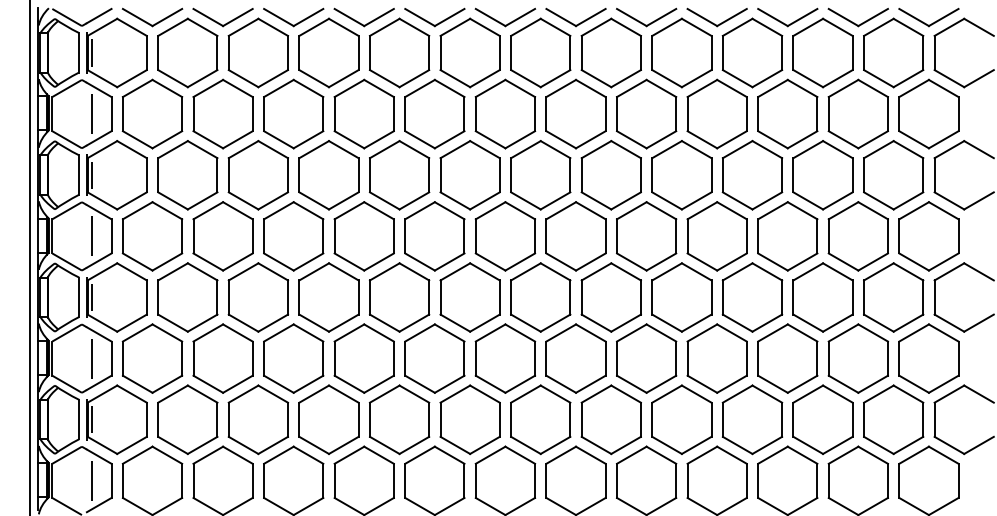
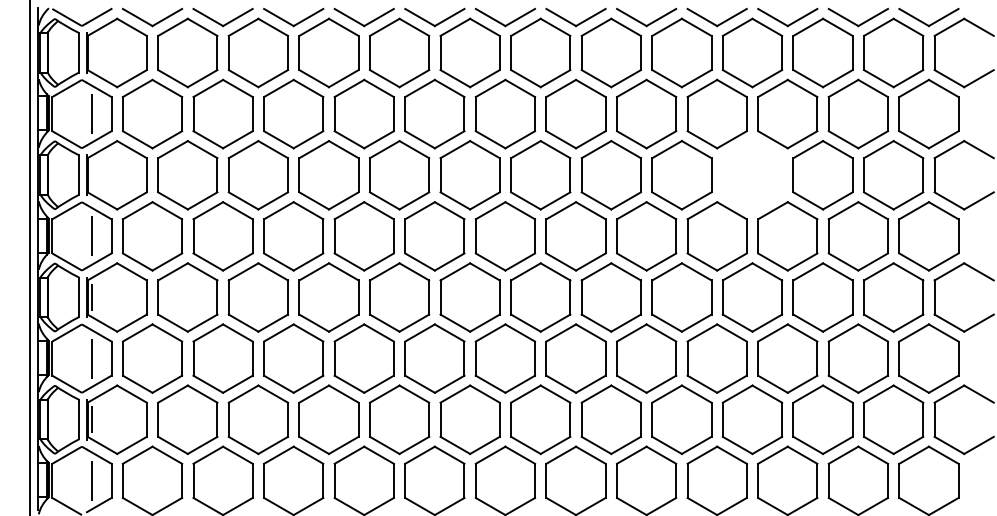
line at (91, 52): present -> none
line at (91, 174): present -> none
part at (752, 175): present -> none
